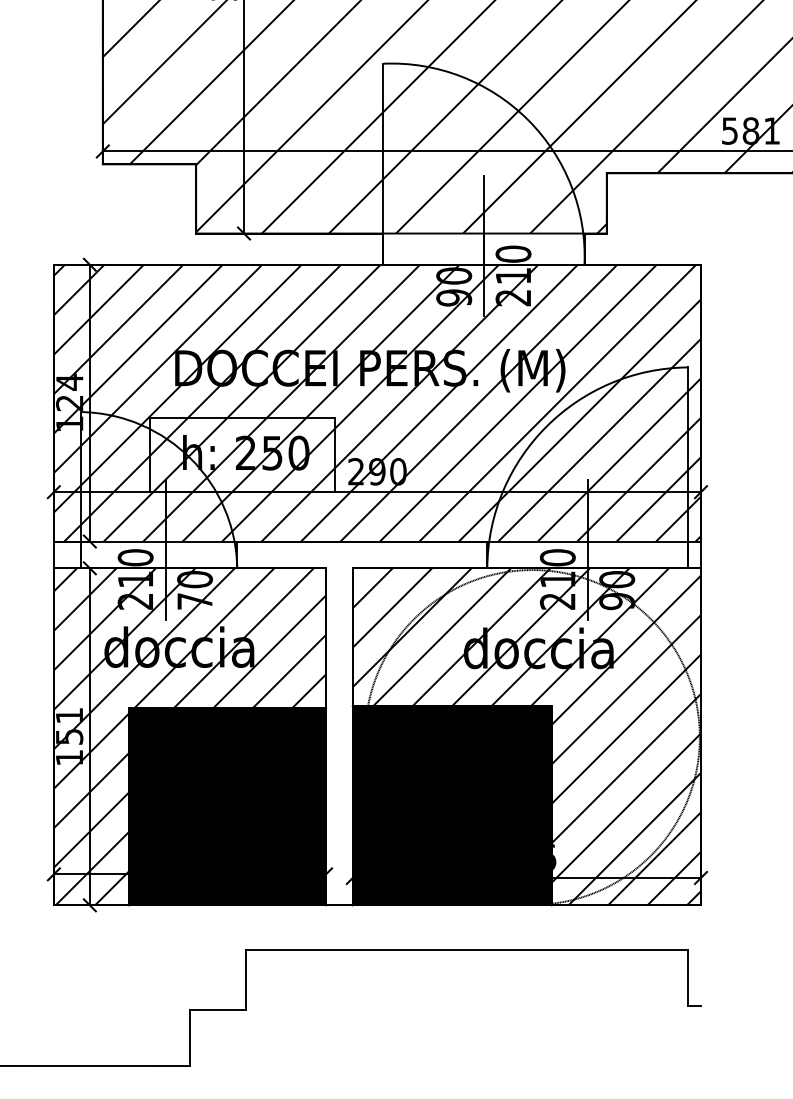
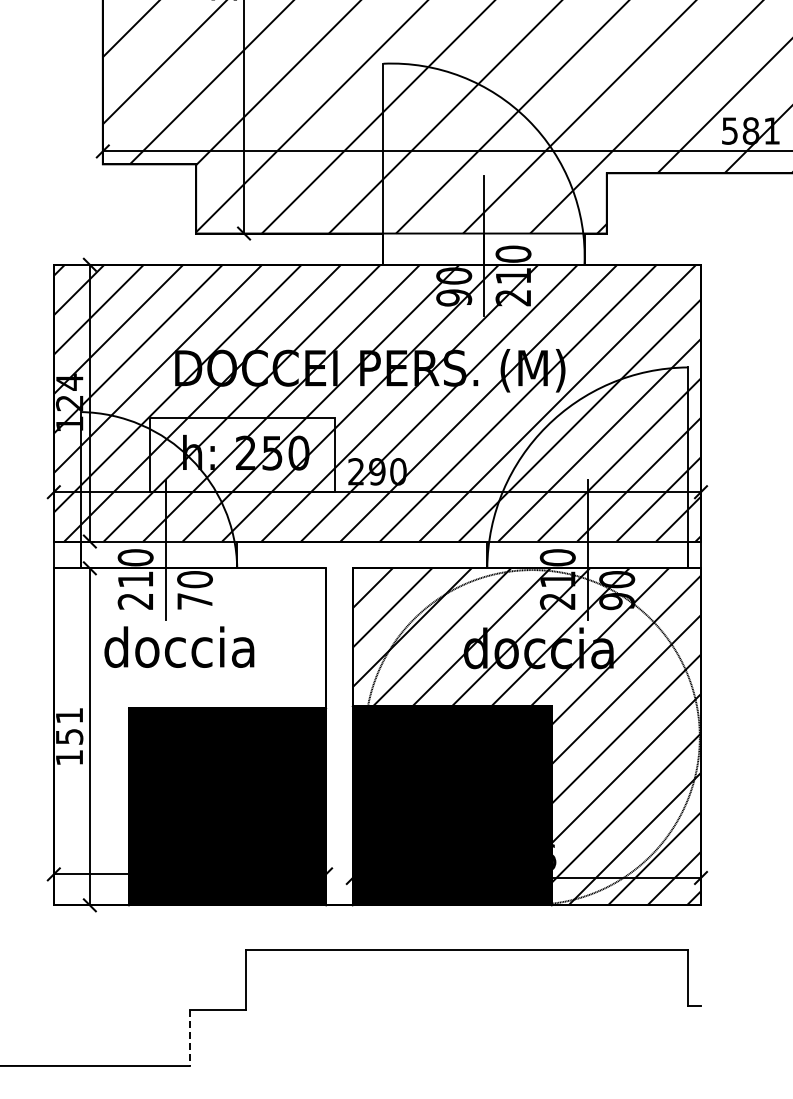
hatch at (189, 736): present -> none
line at (189, 1038): solid -> dashed
